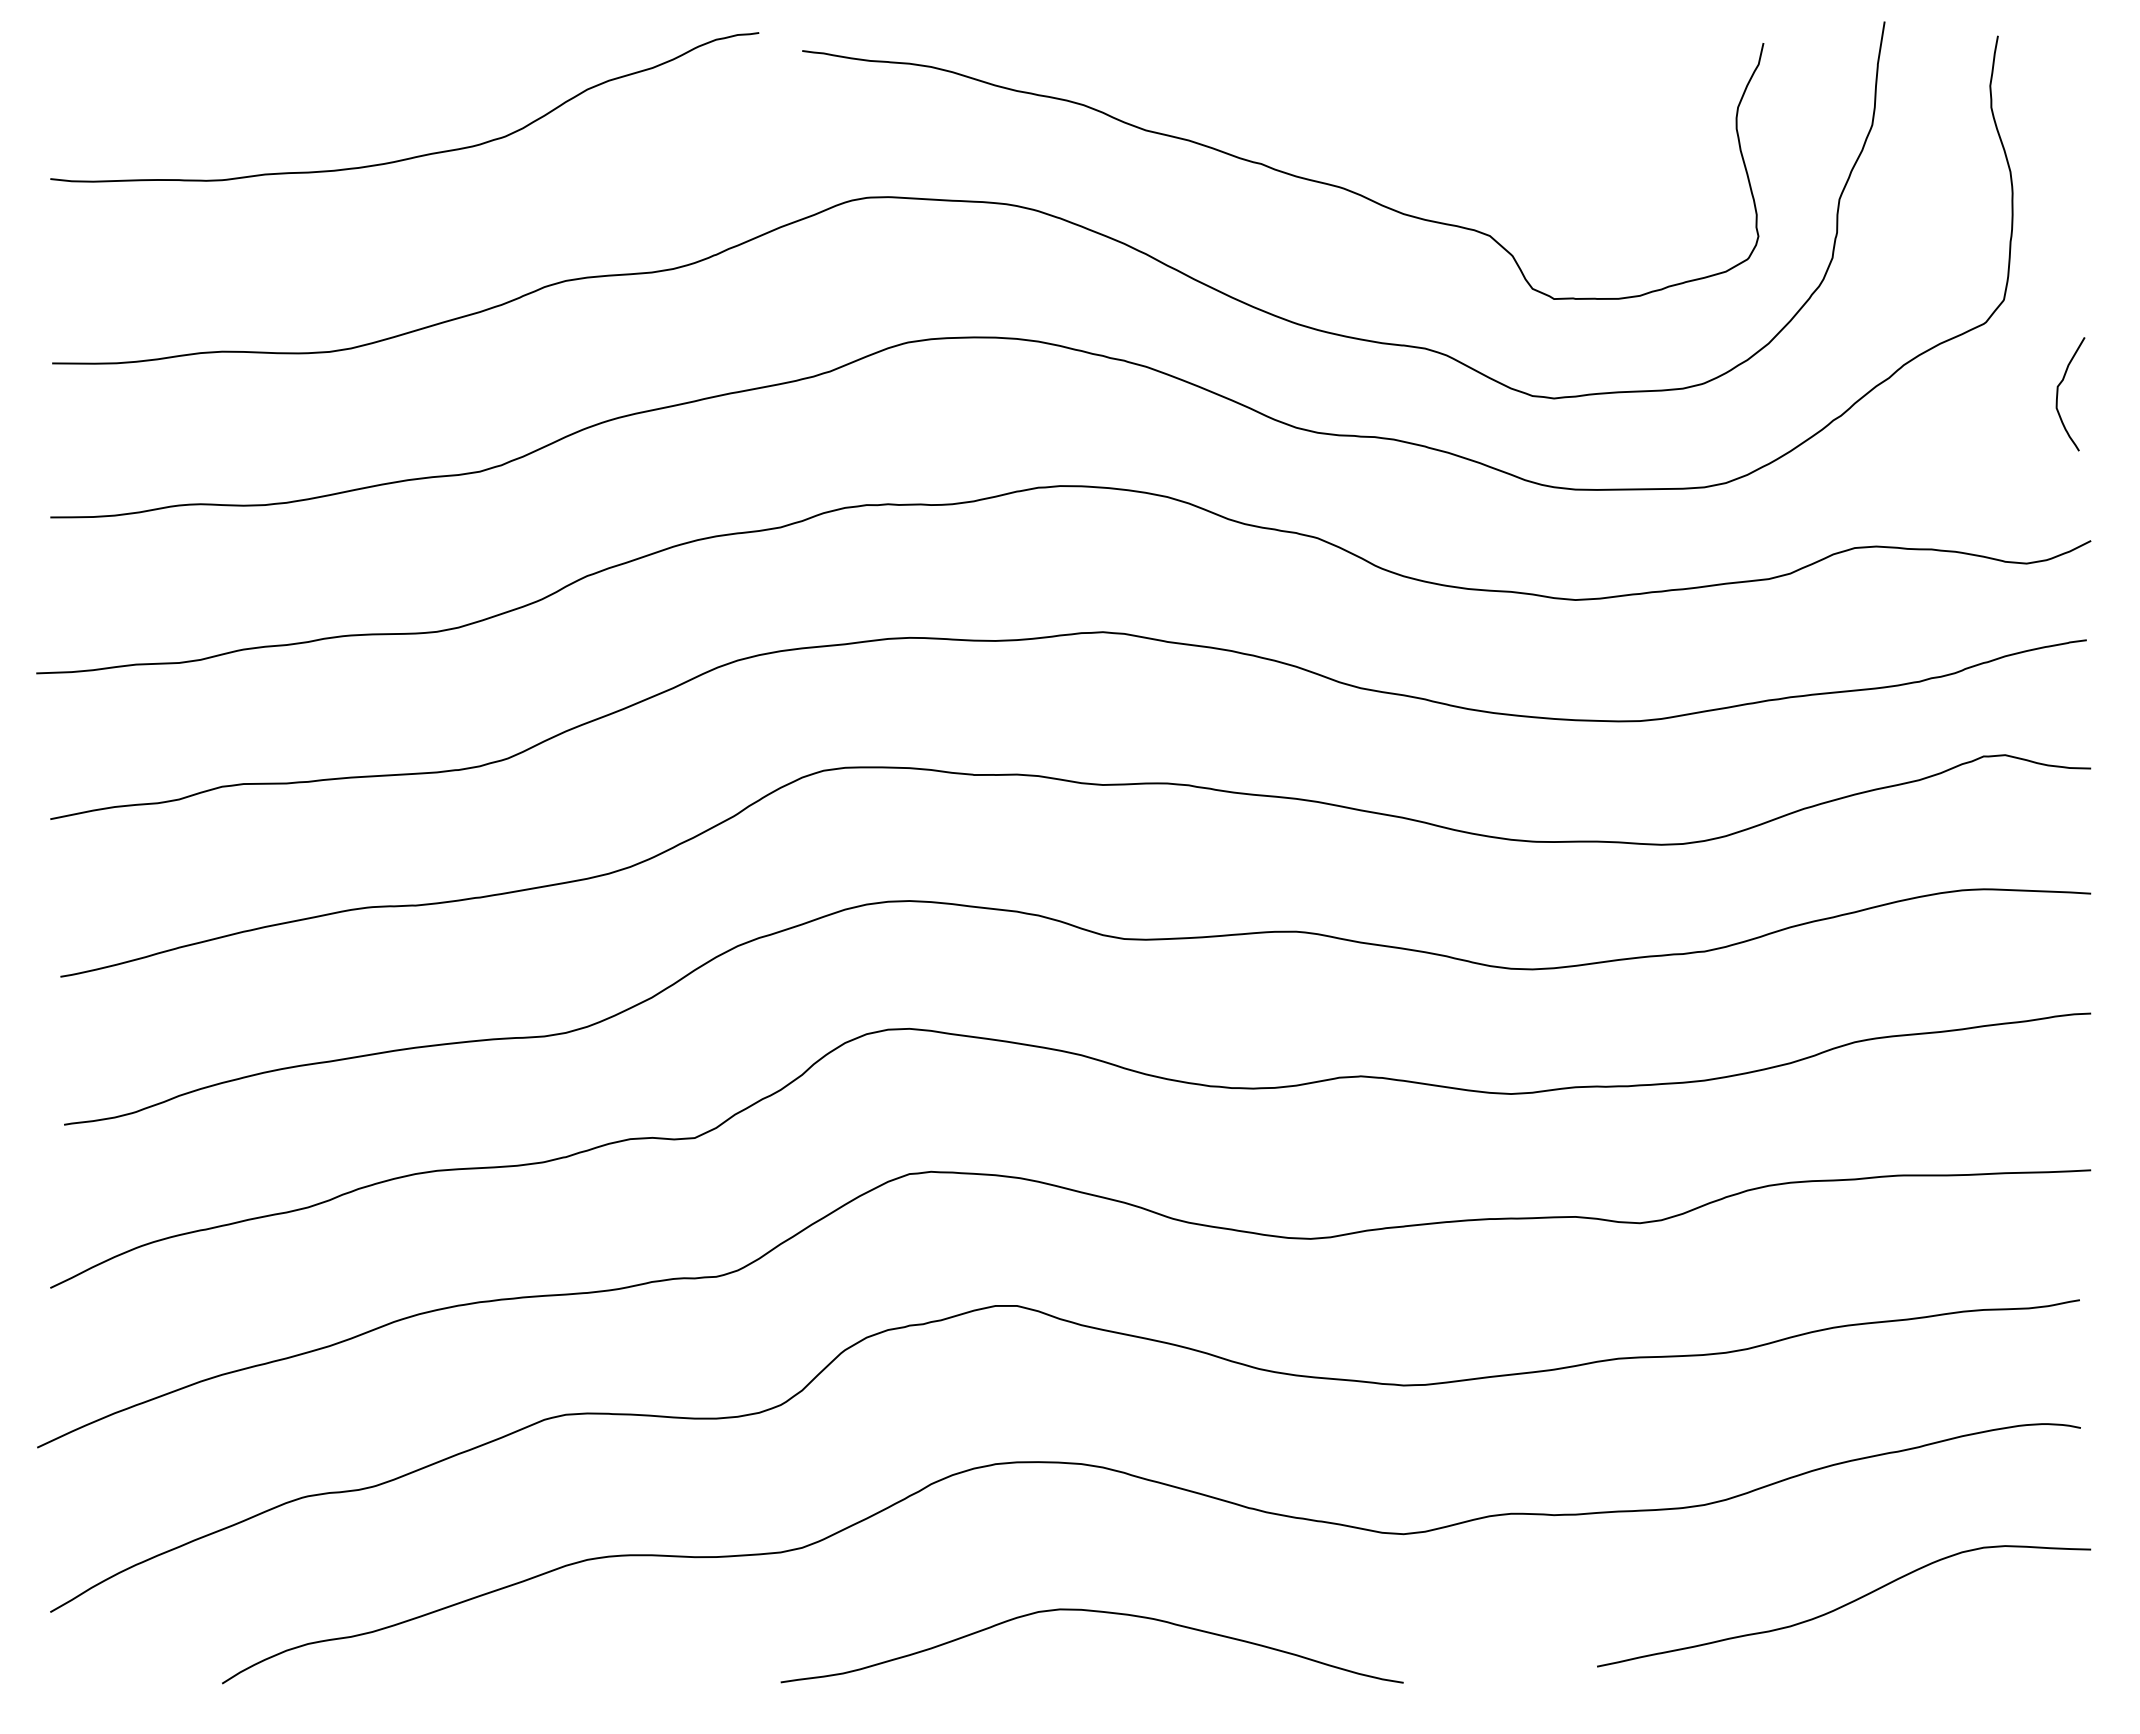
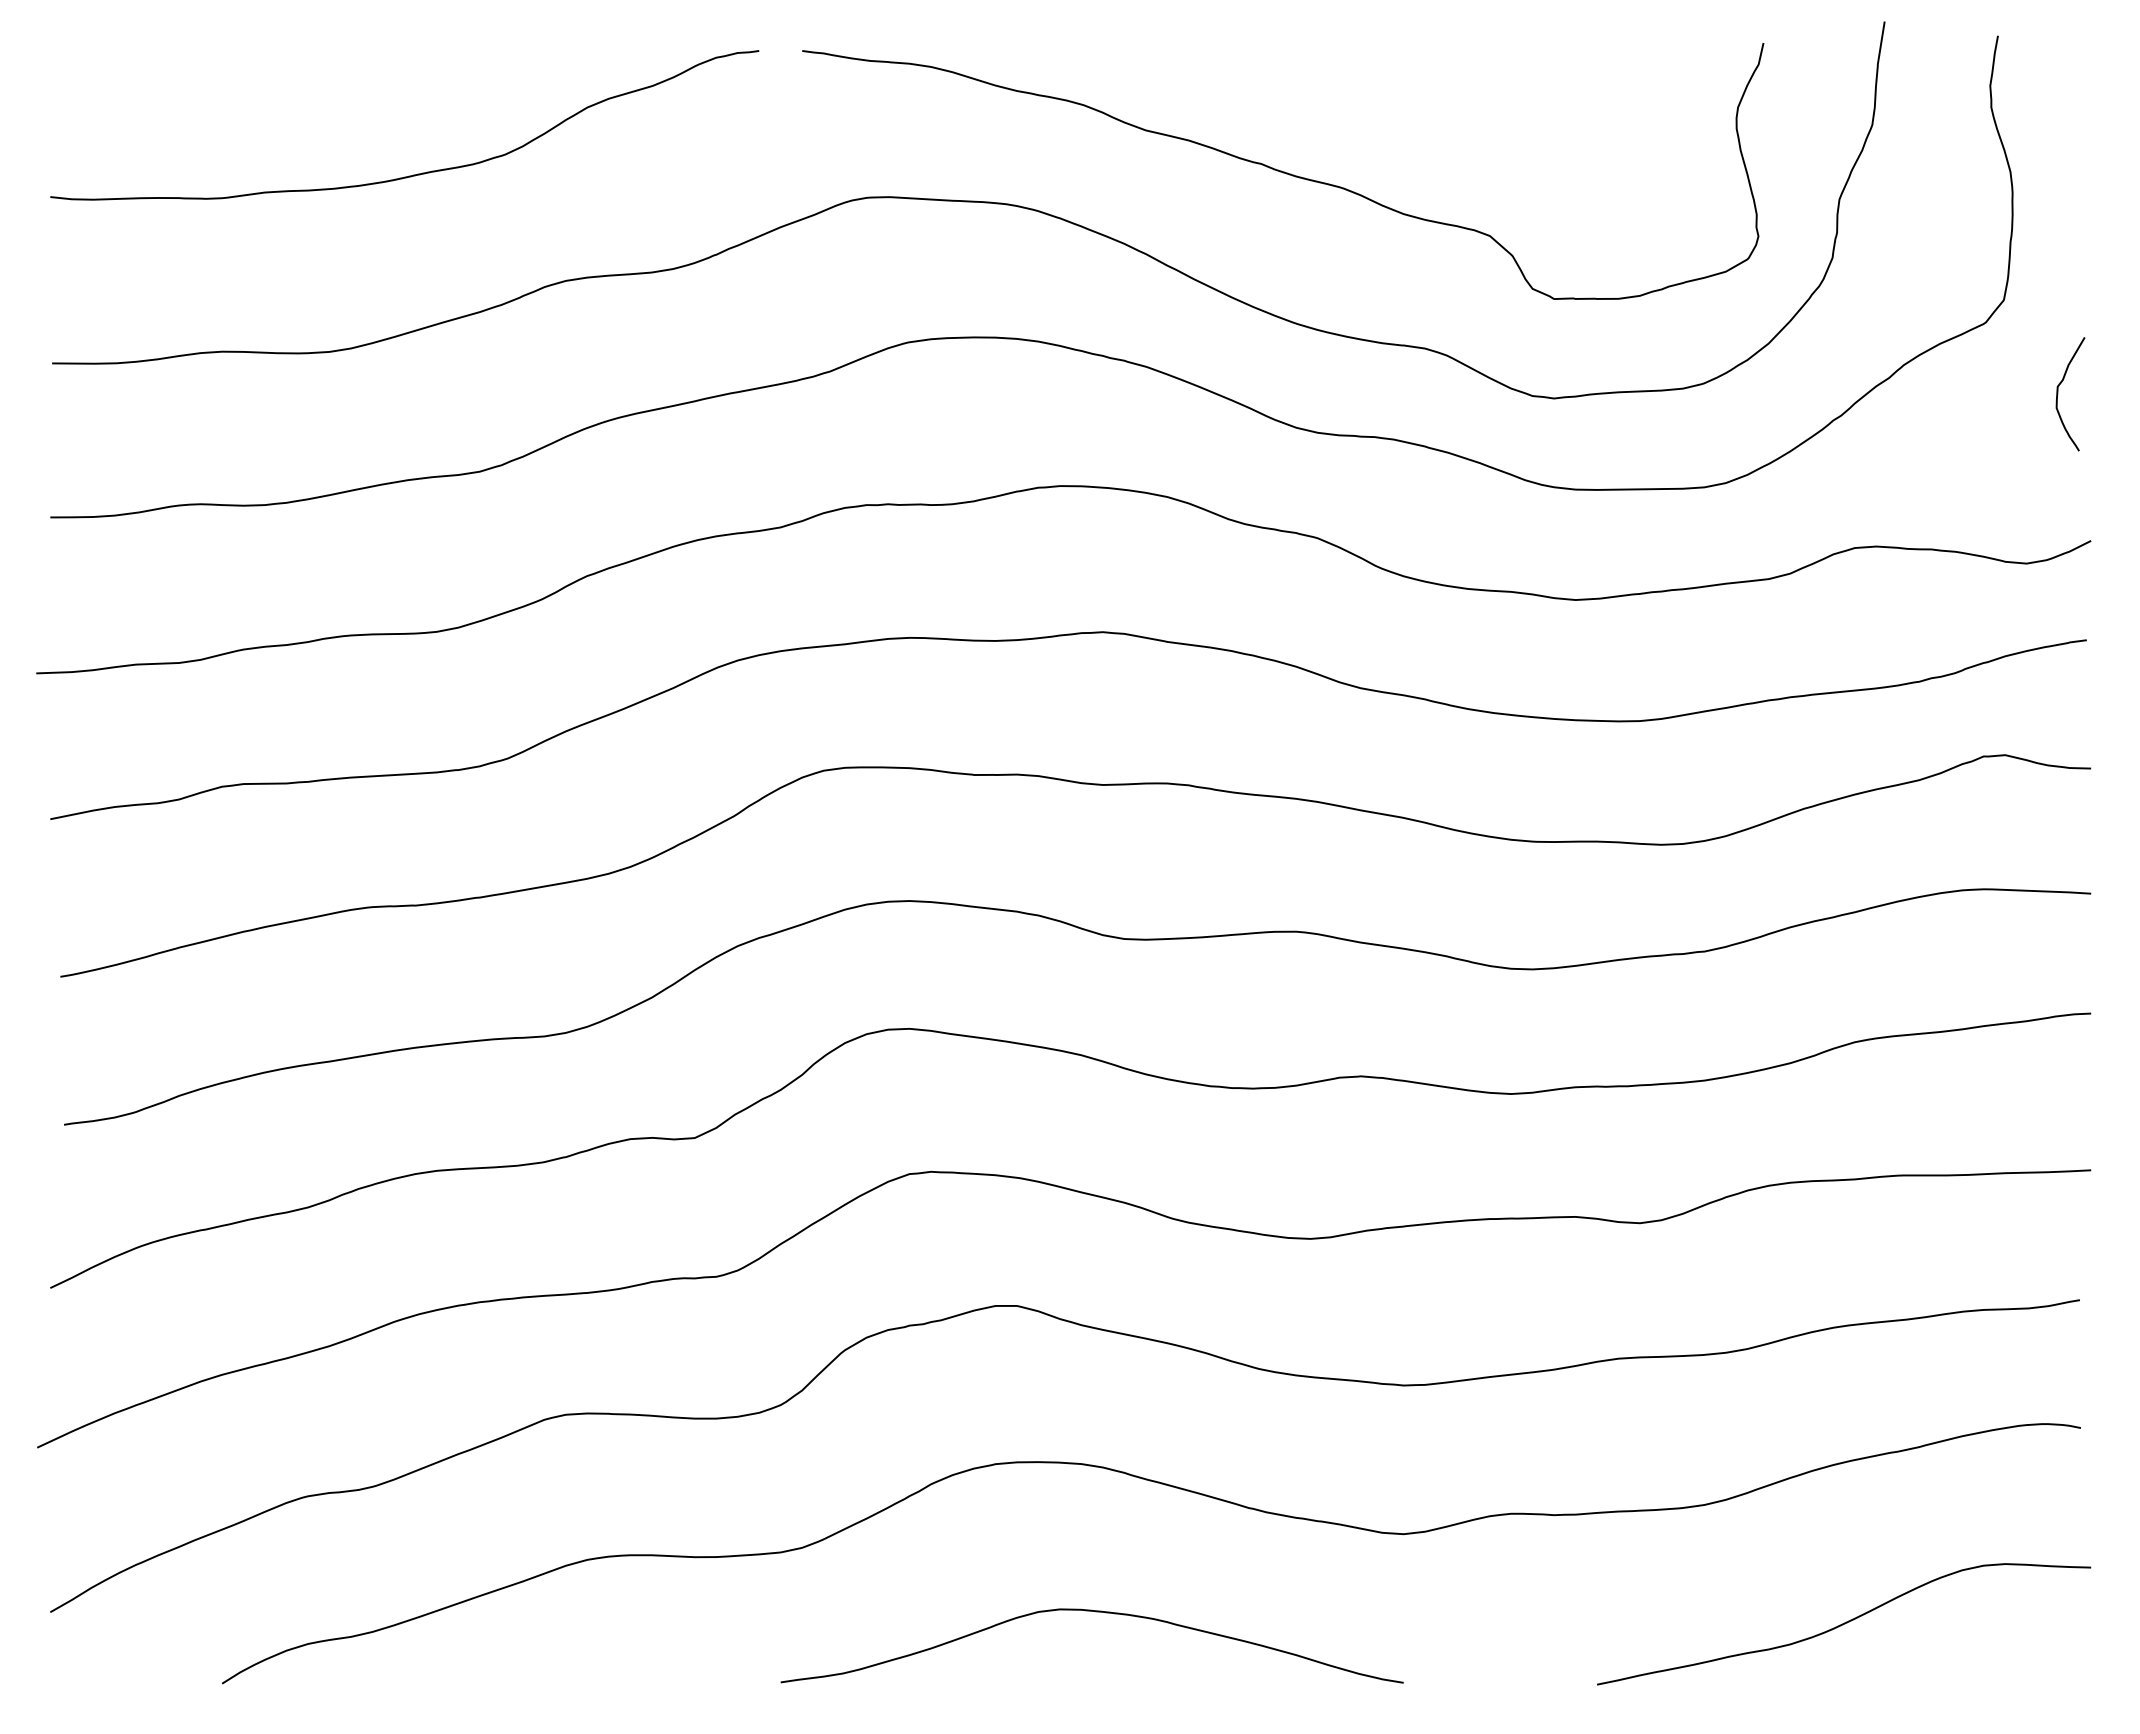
curve at (417, 155) position: (417, 155) -> (417, 173)
curve at (1844, 1606) position: (1844, 1606) -> (1844, 1624)
